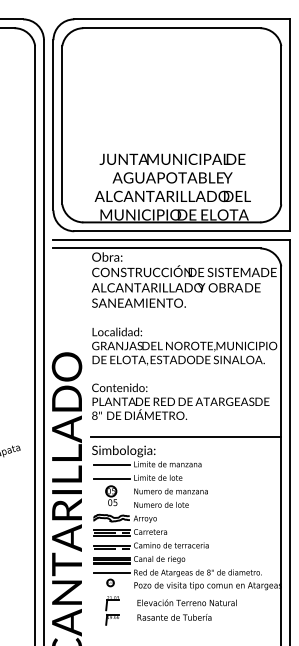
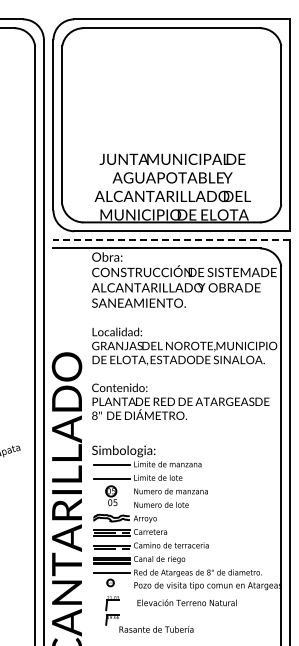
line at (171, 239): solid -> dashed
line at (185, 437): present -> none
text at (174, 617) position: (174, 617) -> (156, 629)
